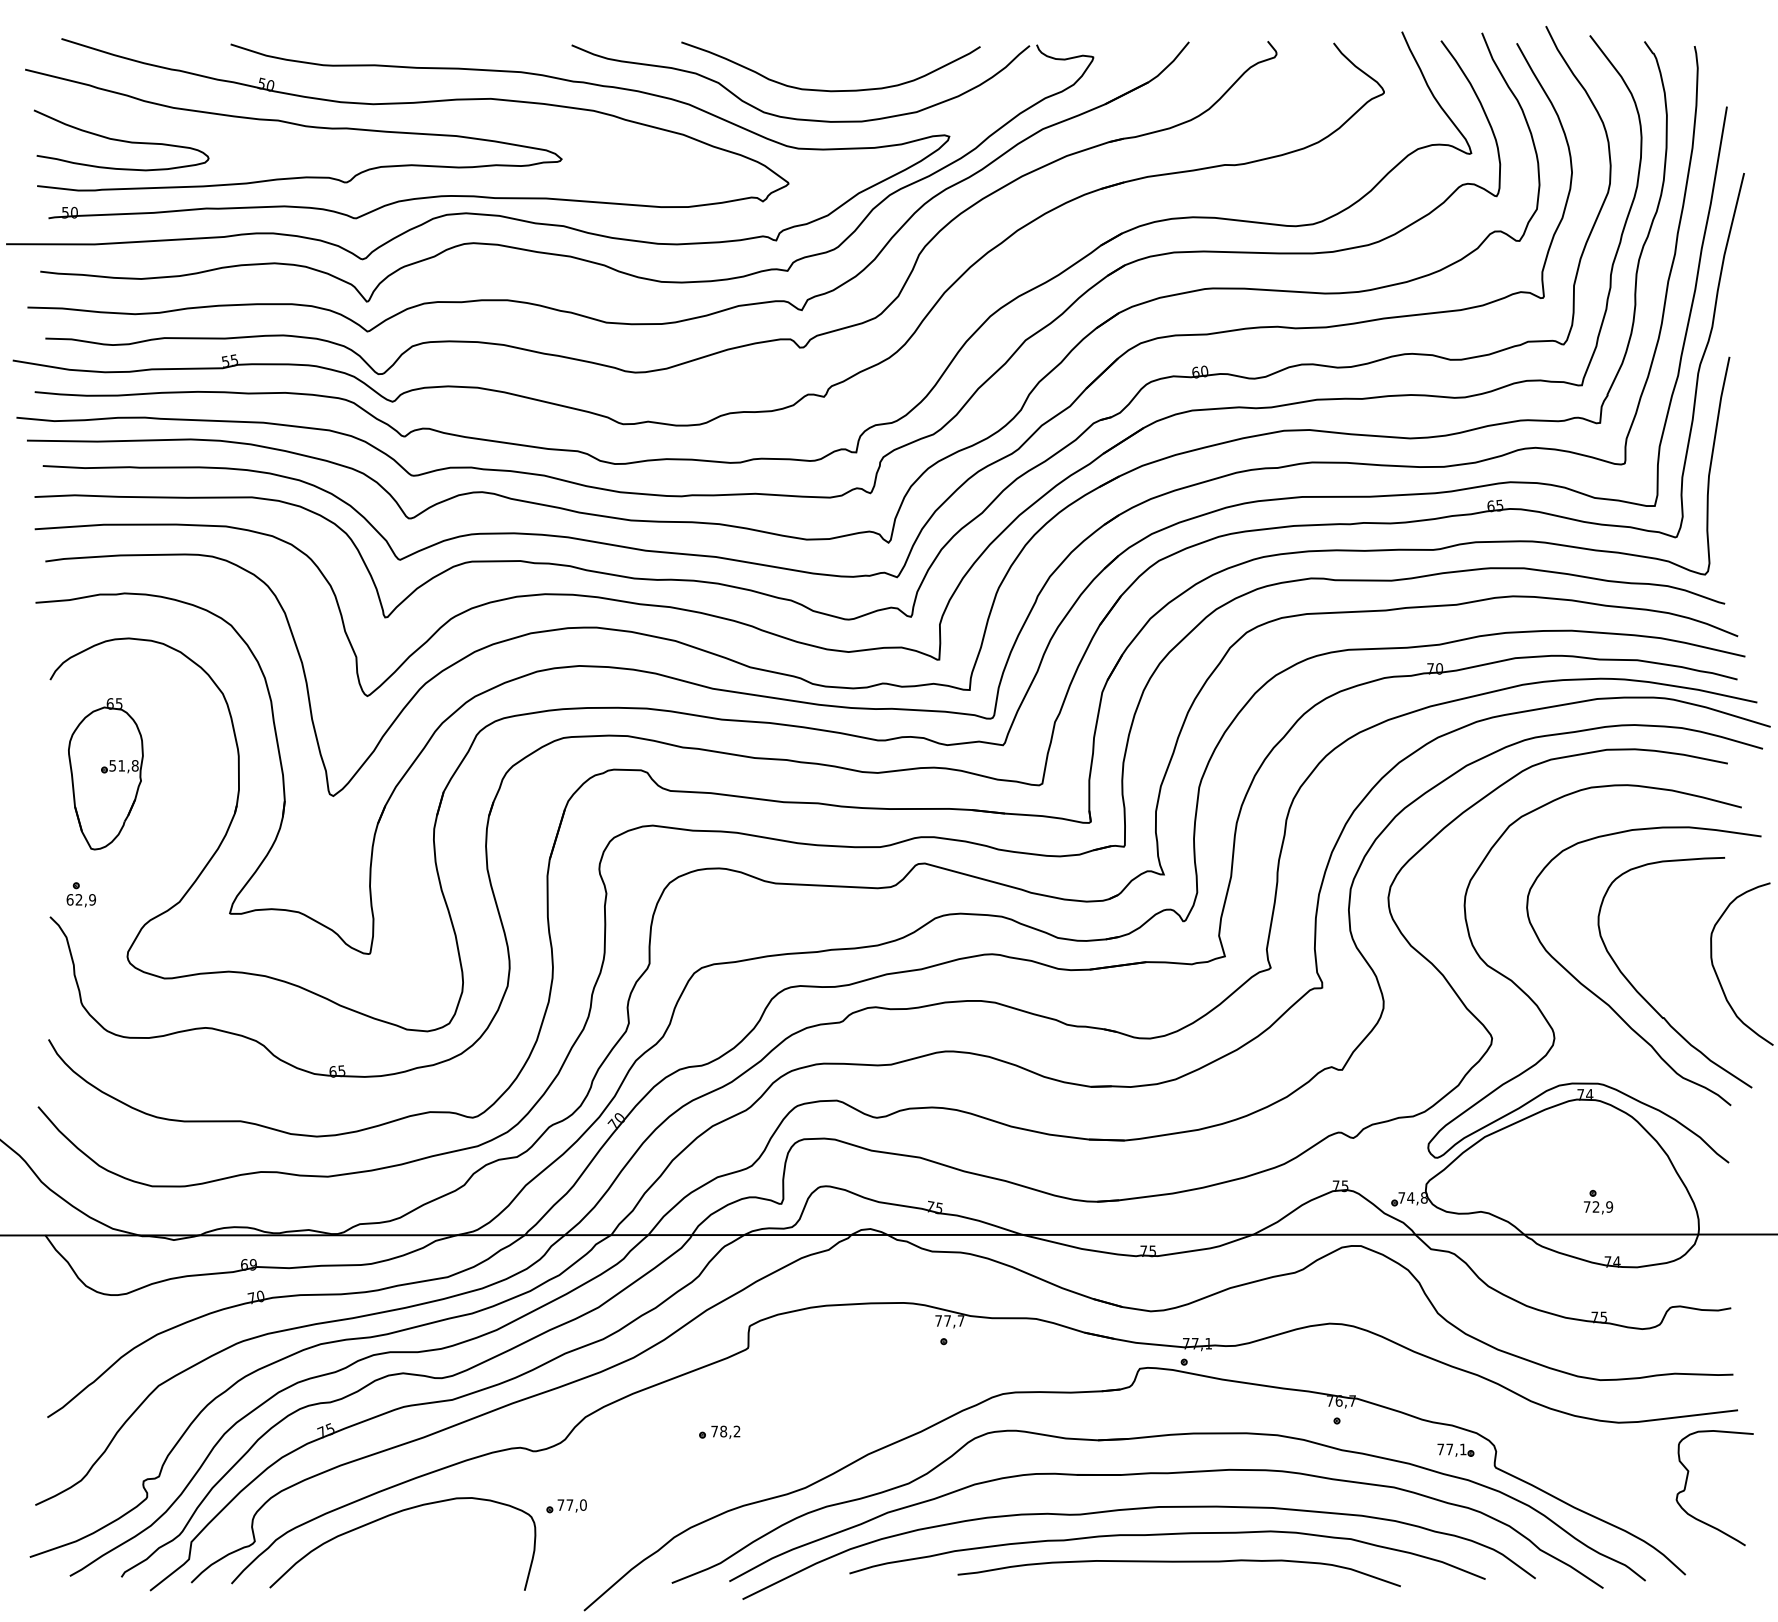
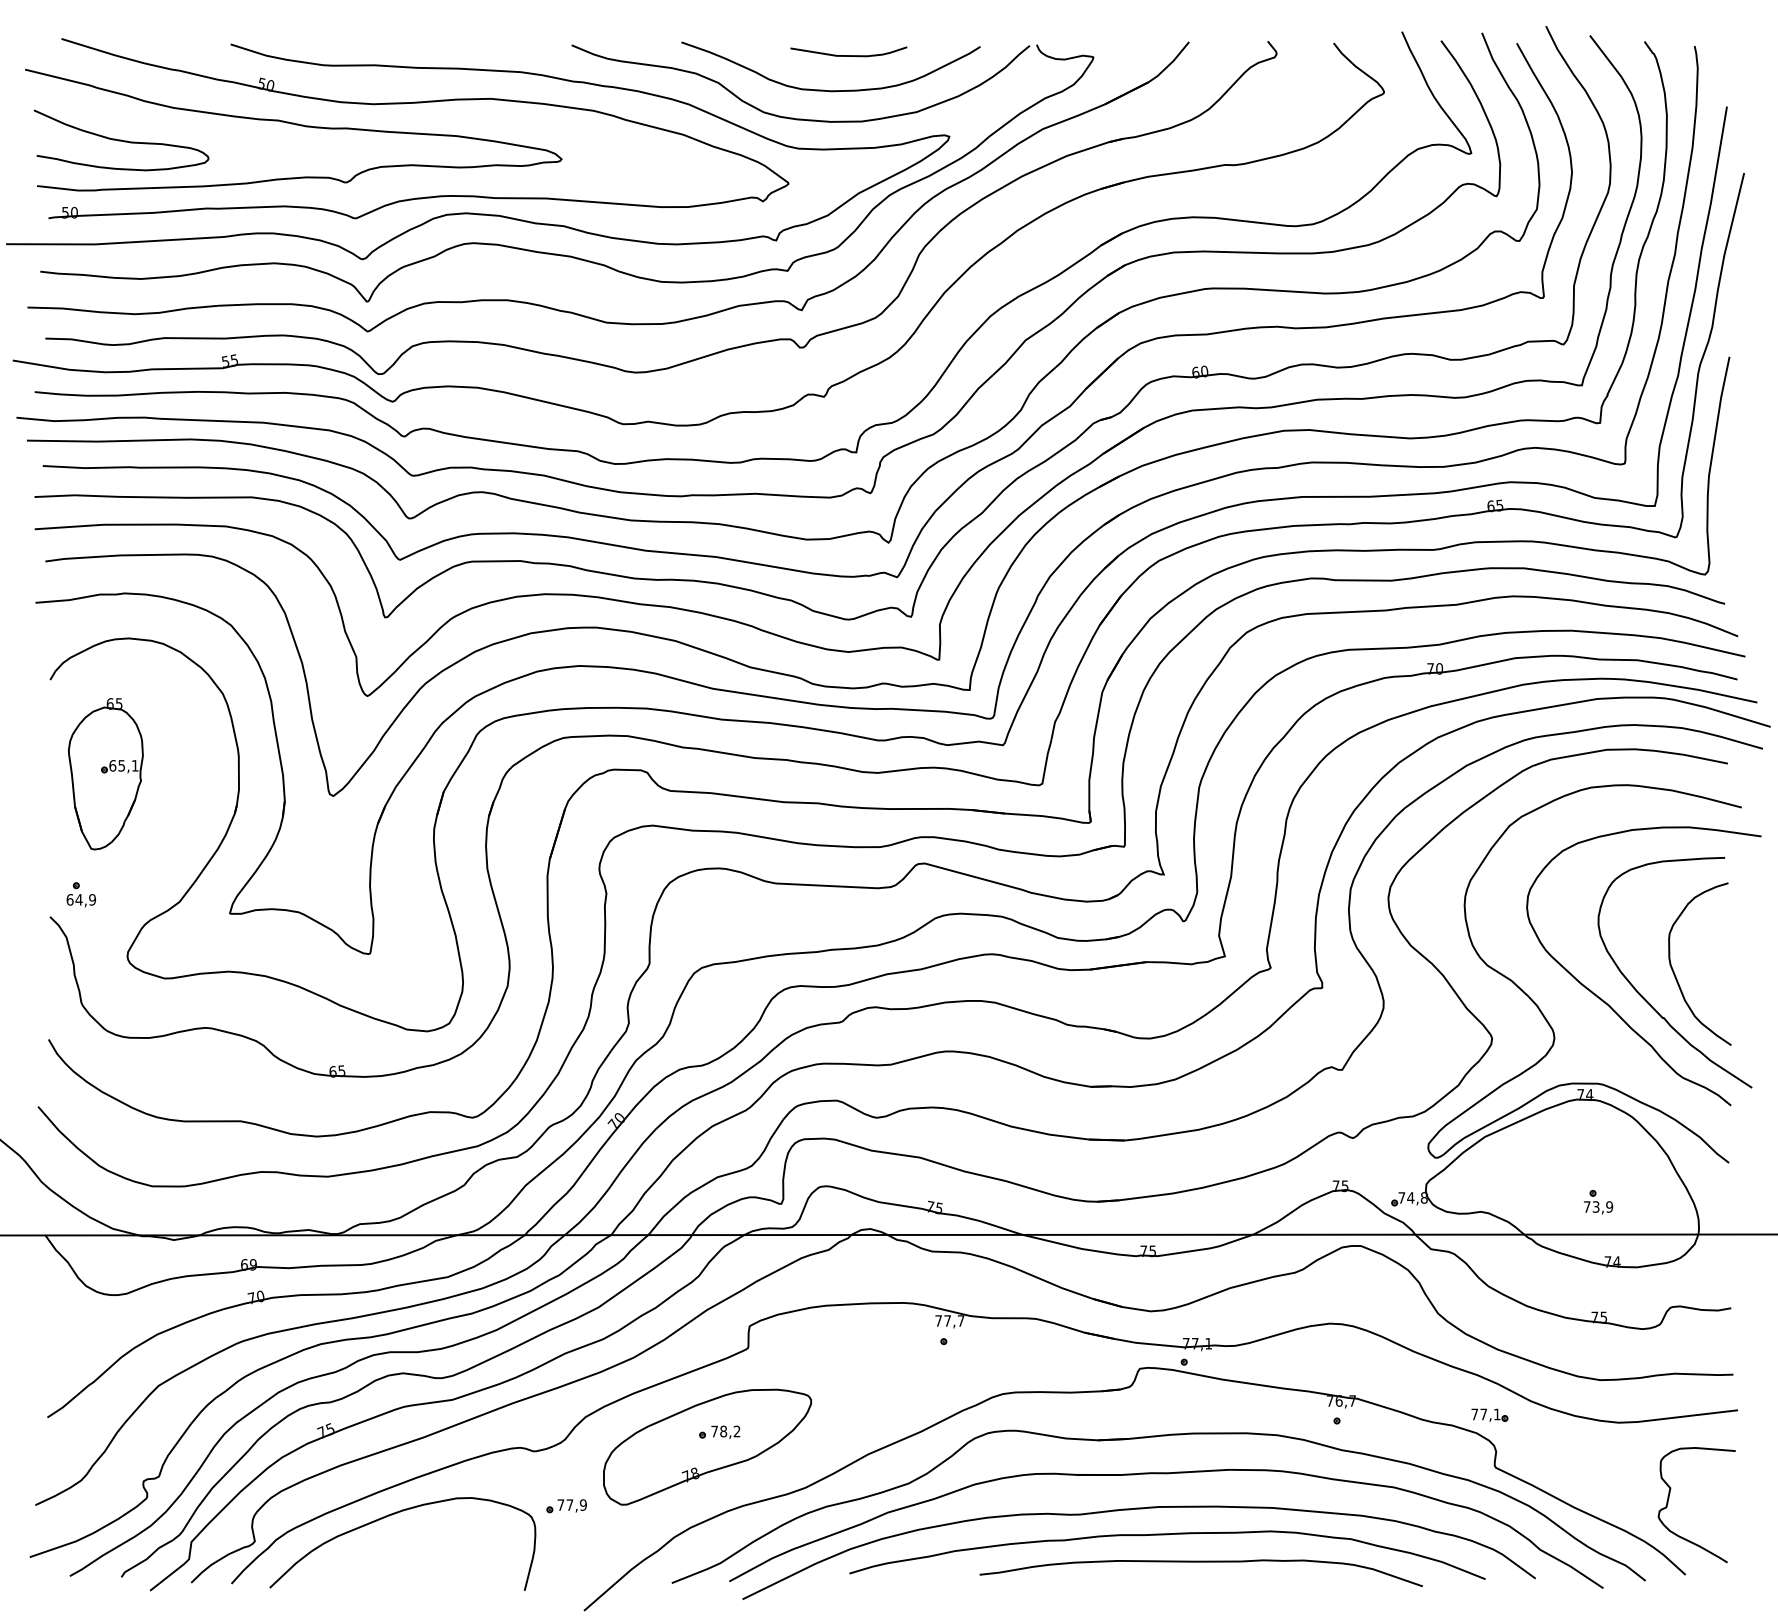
curve at (848, 55): none -> present
text at (123, 765): 51,8 -> 65,1
text at (78, 899): 62,9 -> 64,9
curve at (1716, 971) position: (1716, 971) -> (1674, 971)
text at (1595, 1207): 72,9 -> 73,9
part at (707, 1446): none -> present
part at (1455, 1449) position: (1455, 1449) -> (1489, 1414)
curve at (1687, 1481) position: (1687, 1481) -> (1669, 1498)
text at (583, 1504): 77,0 -> 77,9
curve at (1178, 1562) position: (1178, 1562) -> (1200, 1562)
